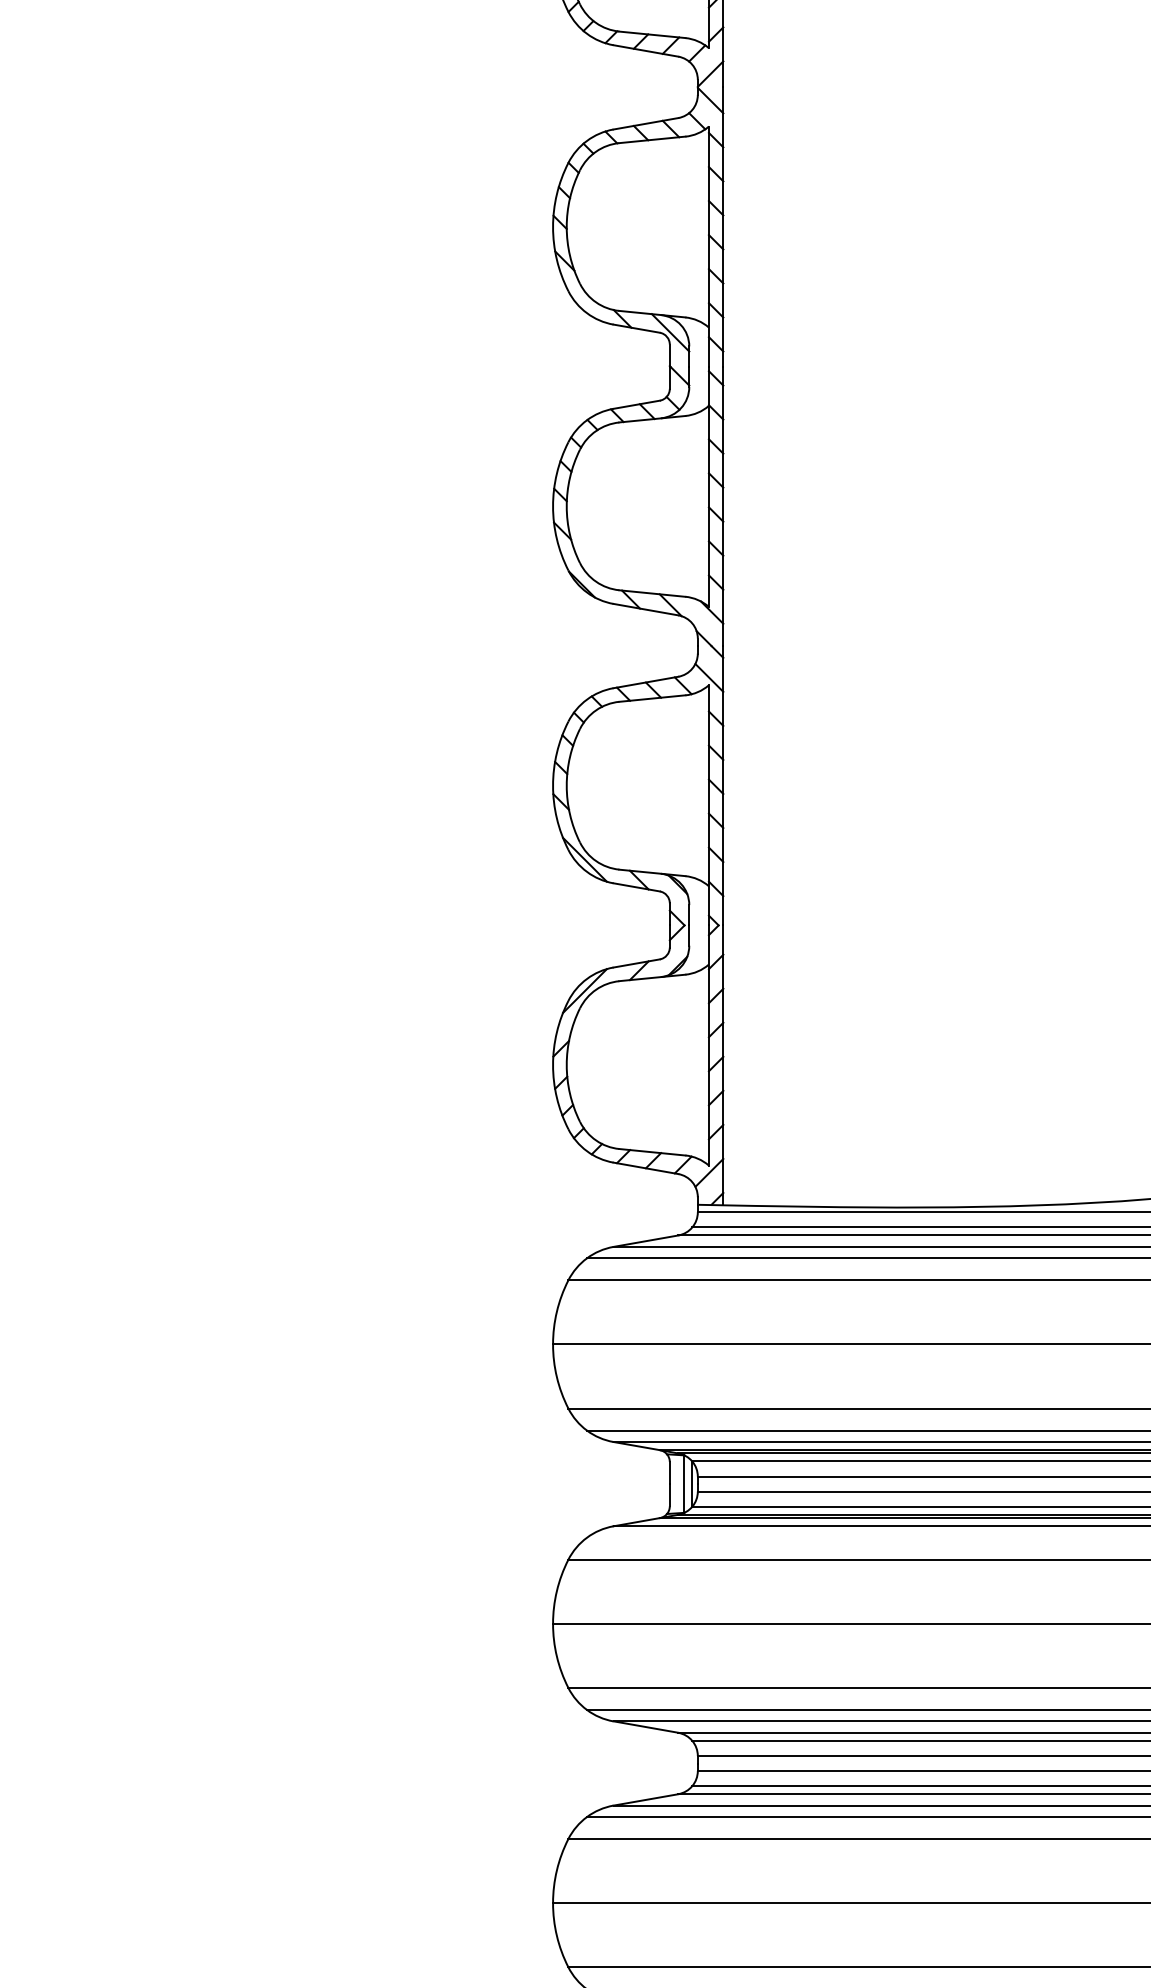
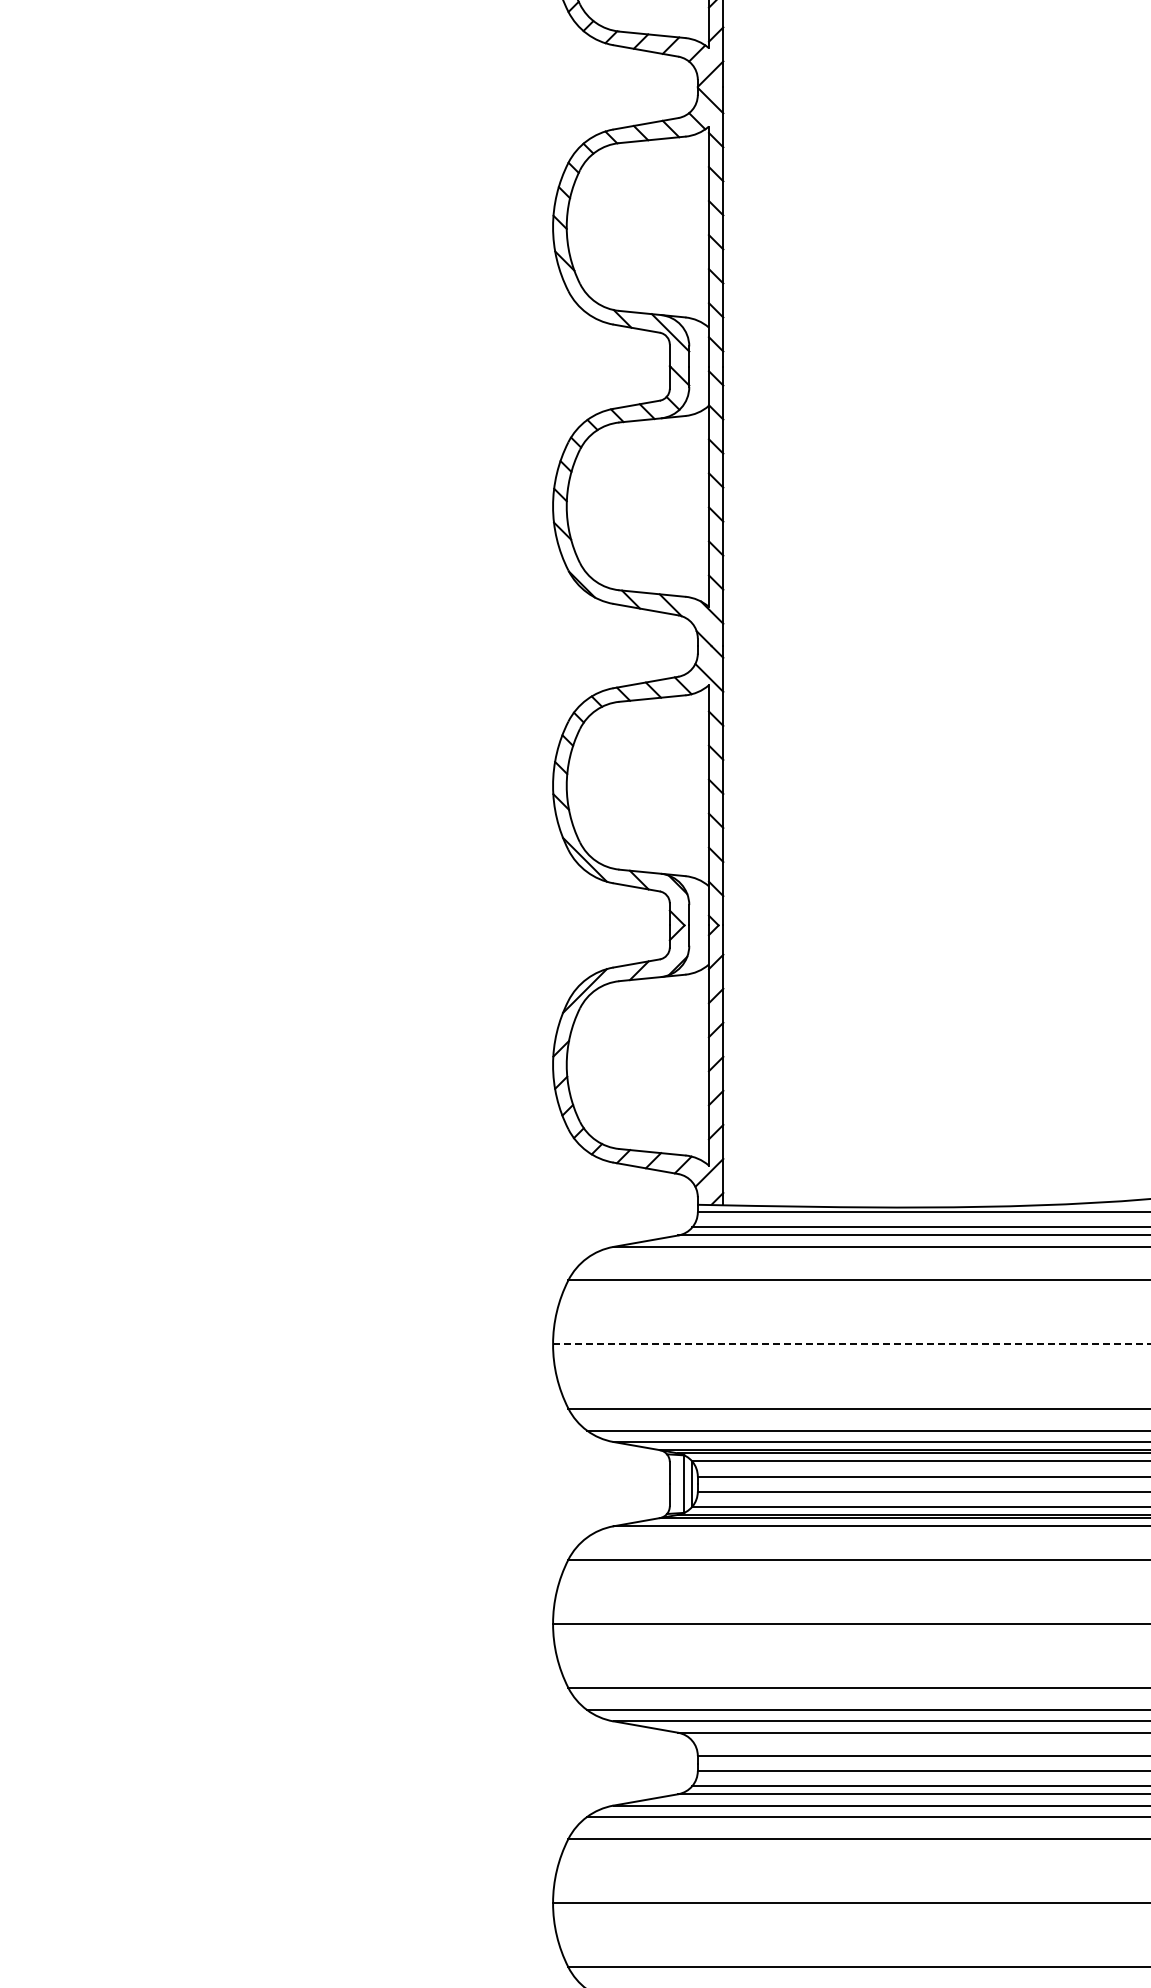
line at (867, 1258): present -> none
line at (851, 1344): solid -> dashed
line at (919, 1740): present -> none
